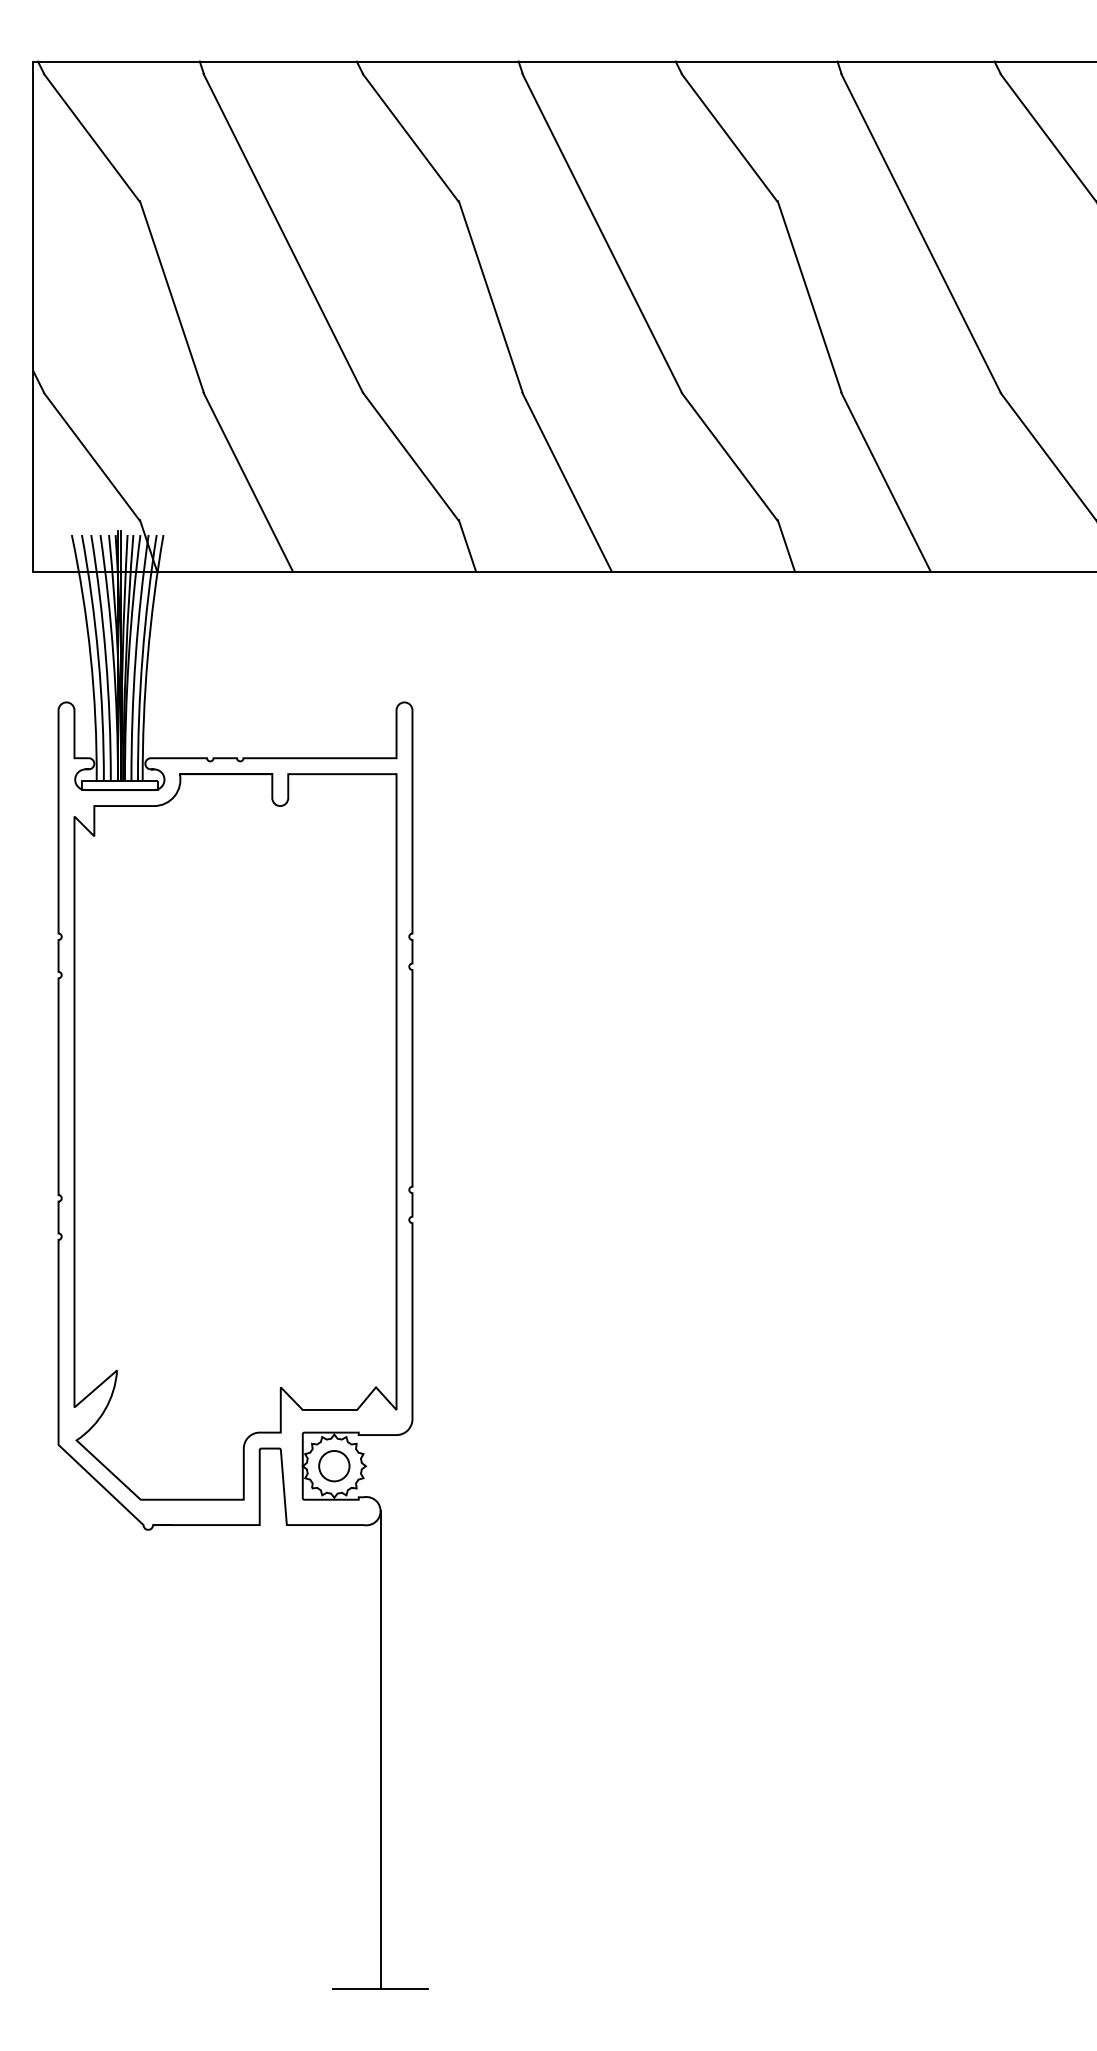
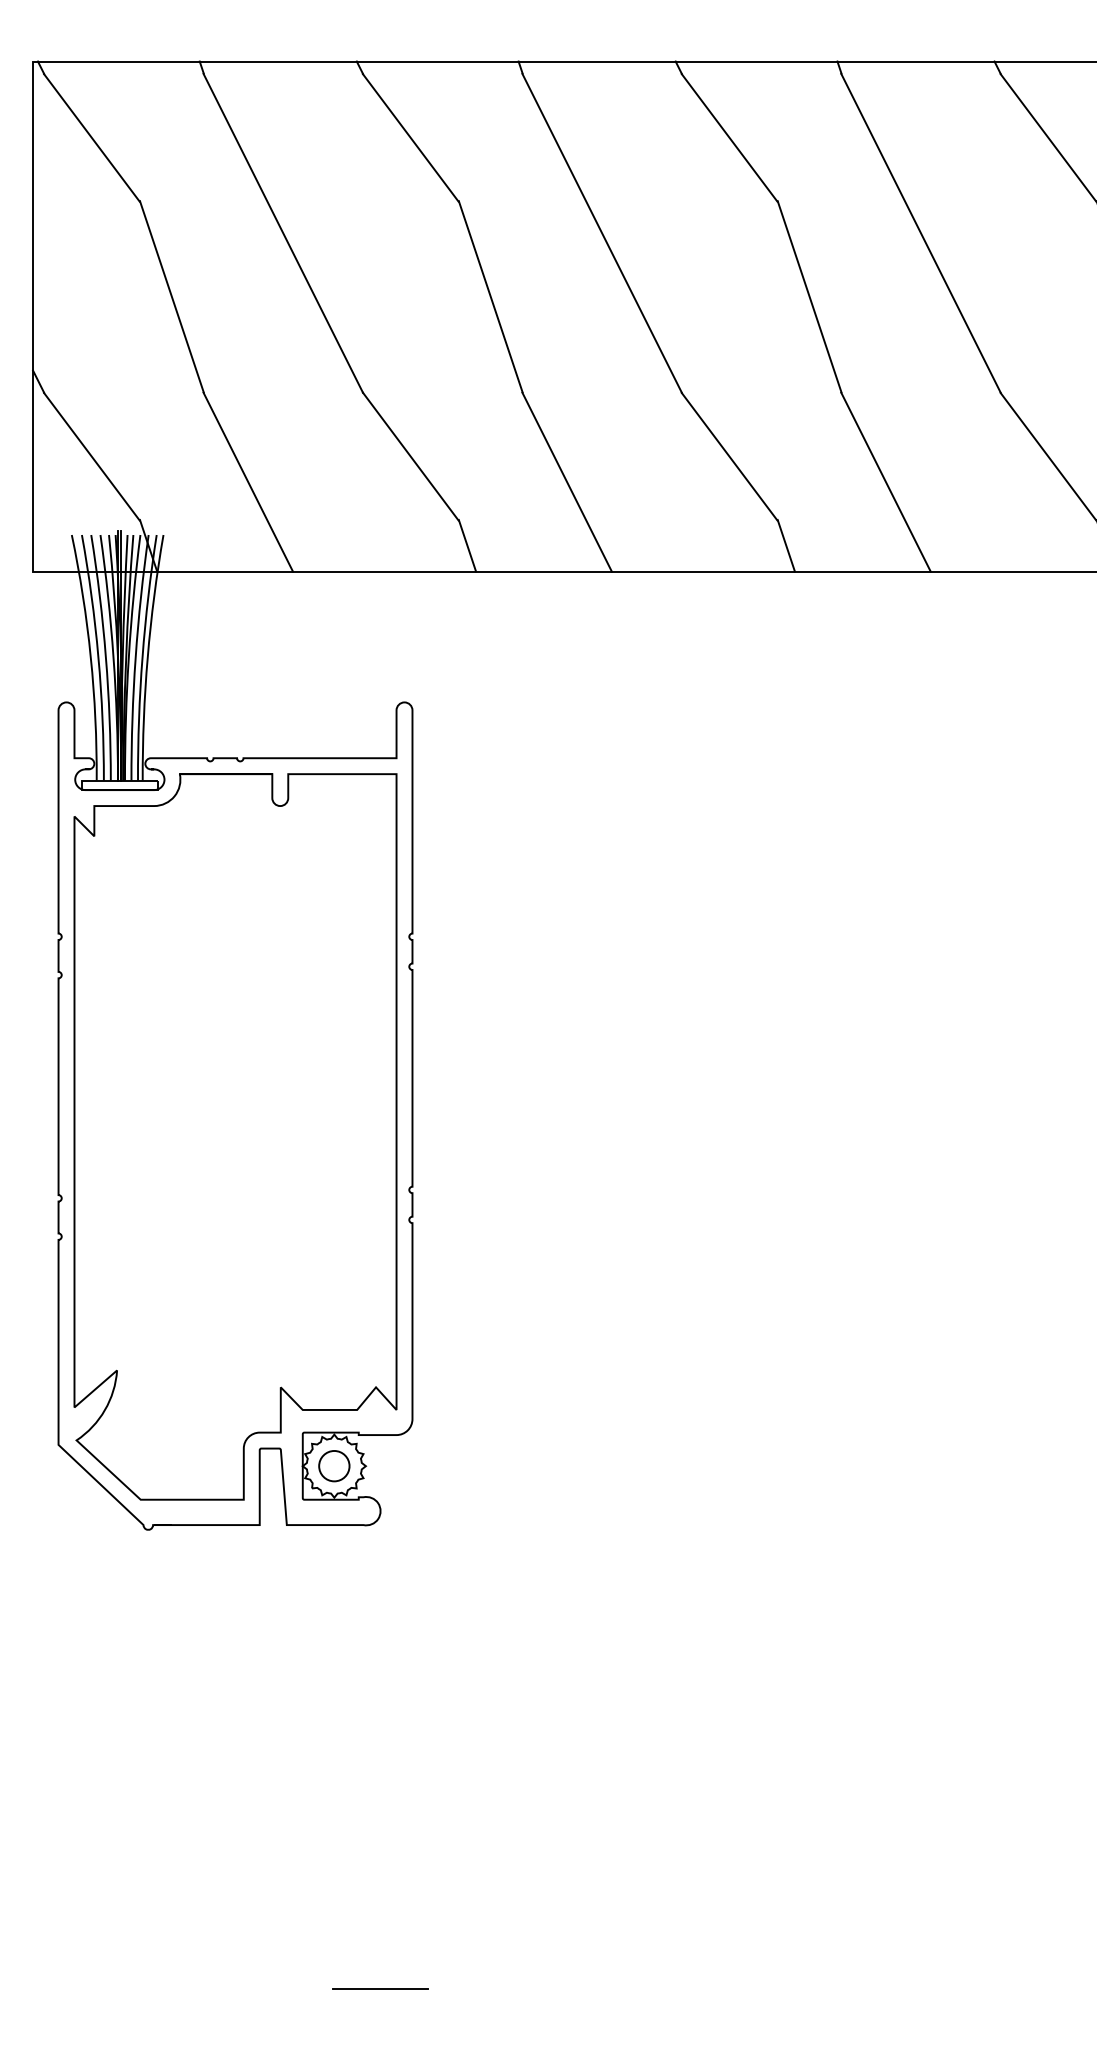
line at (380, 1750): present -> none
